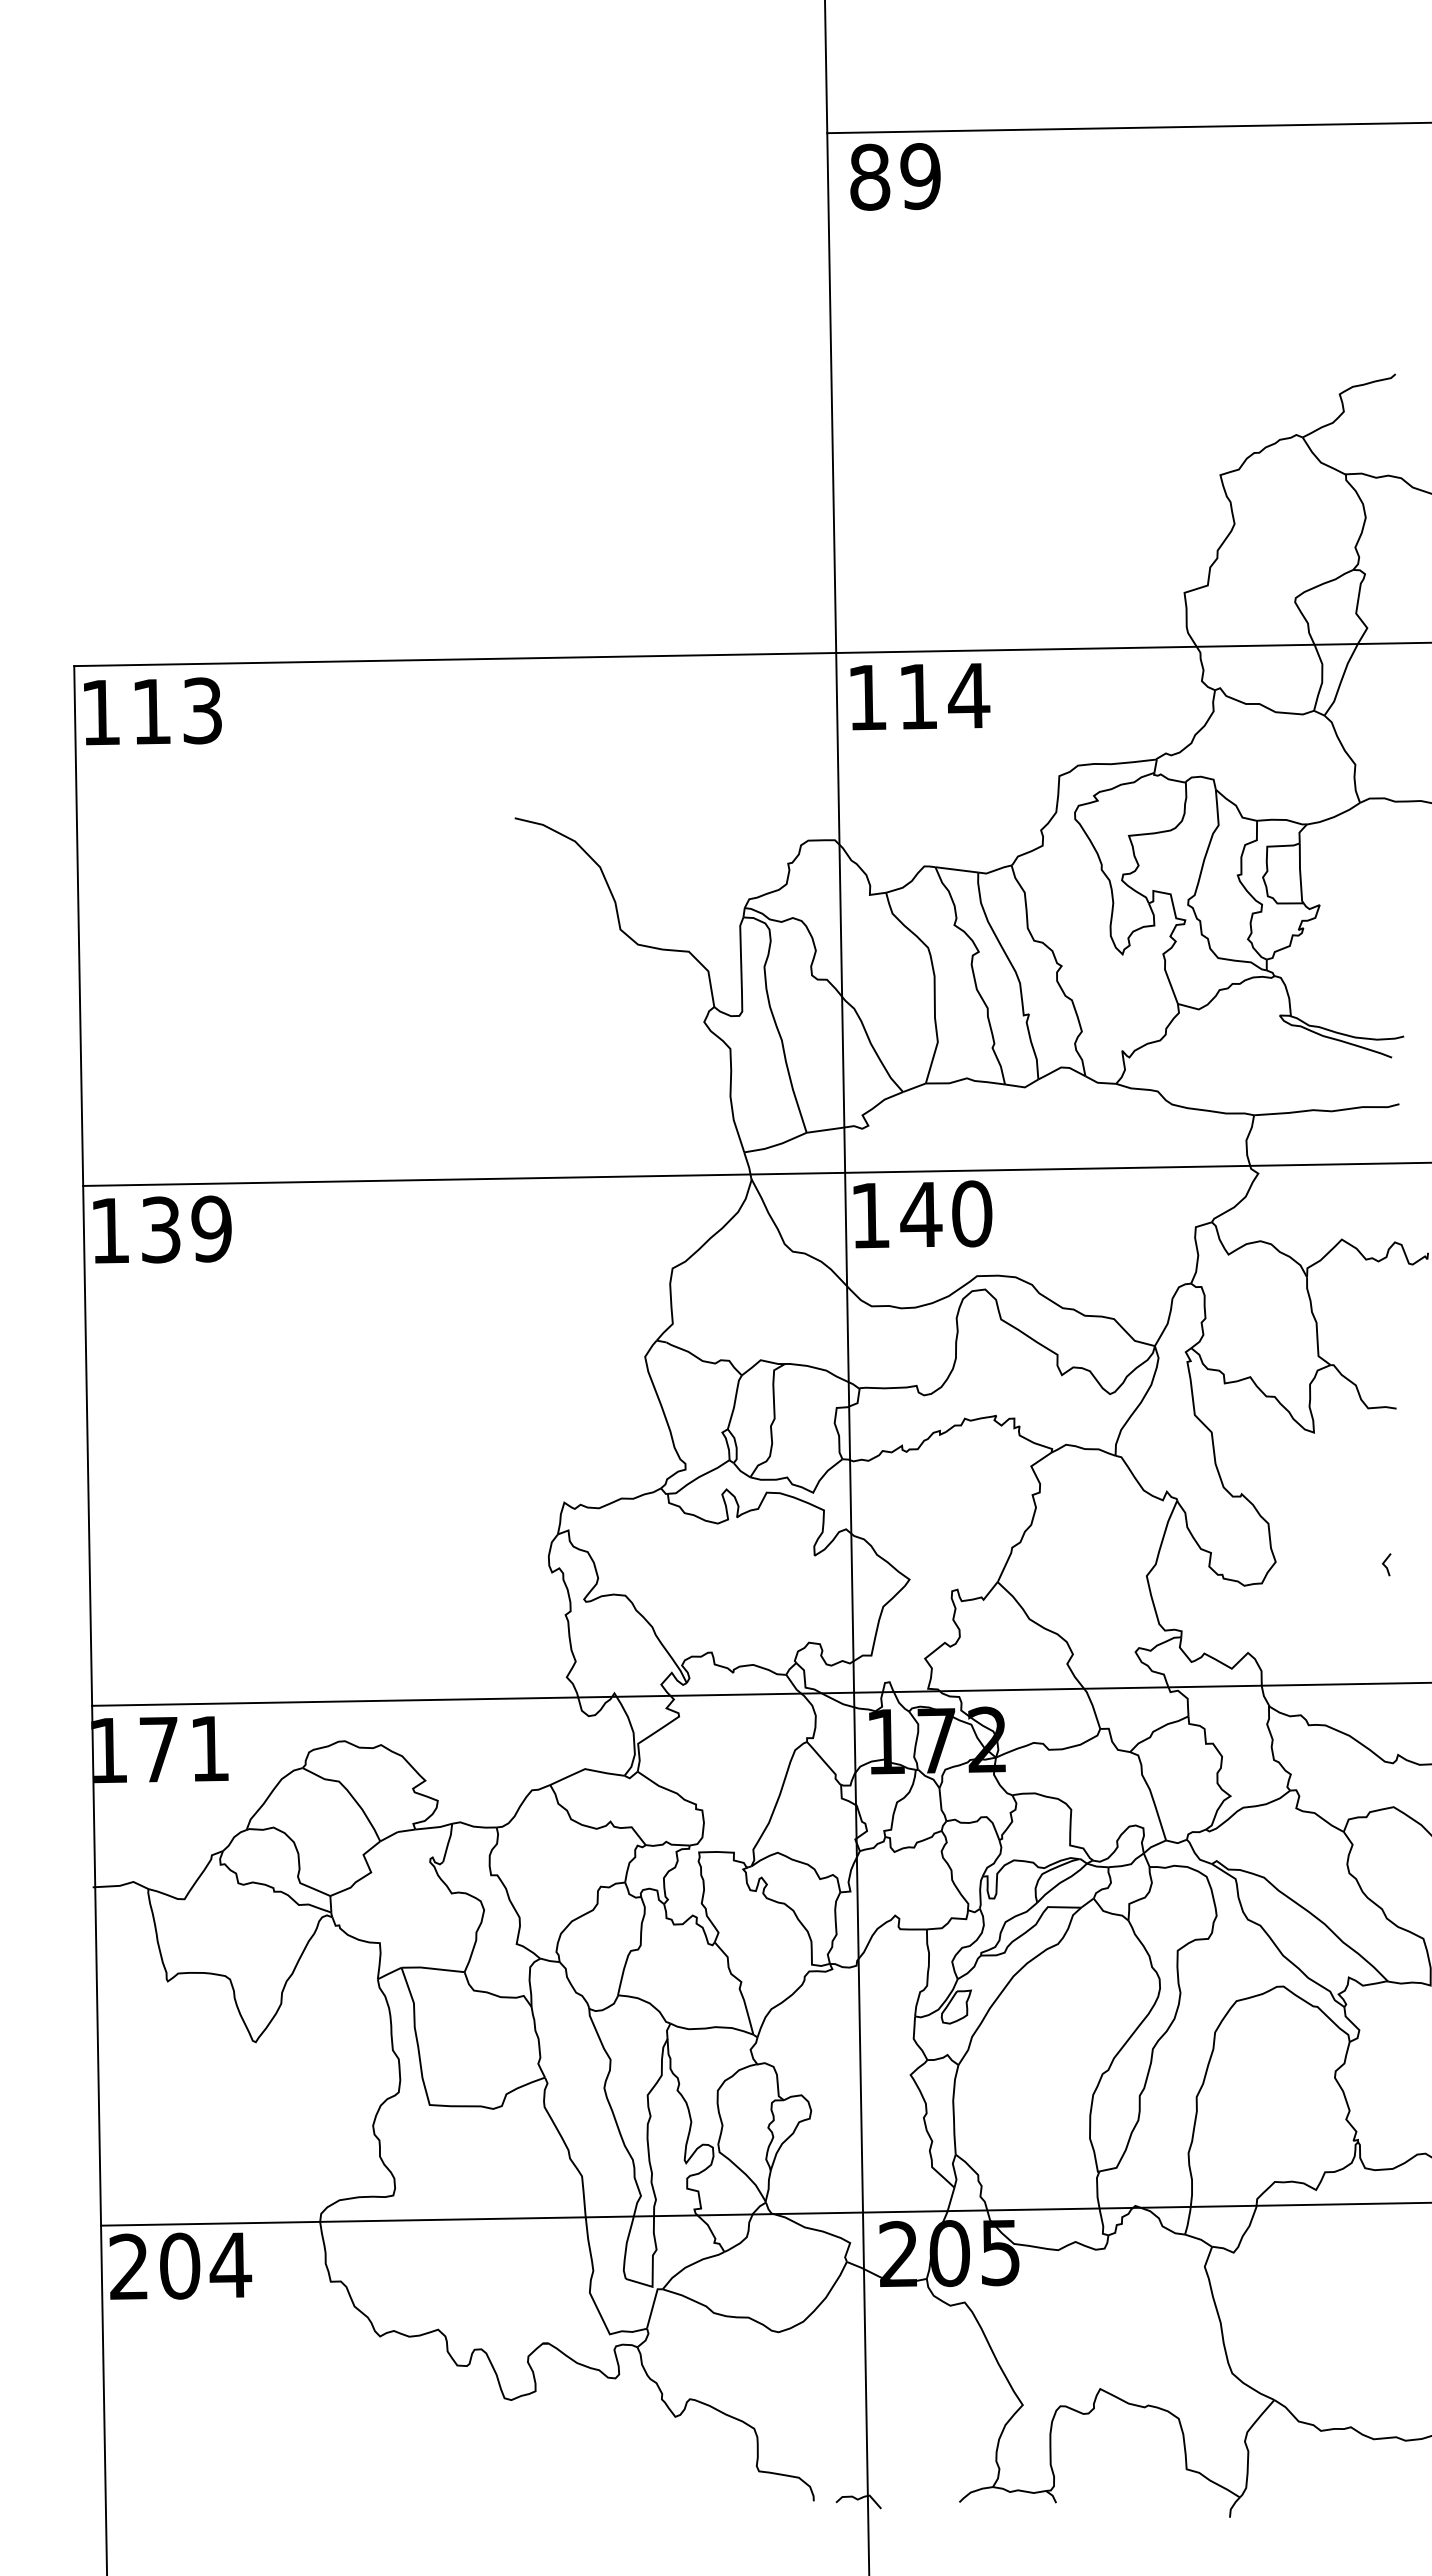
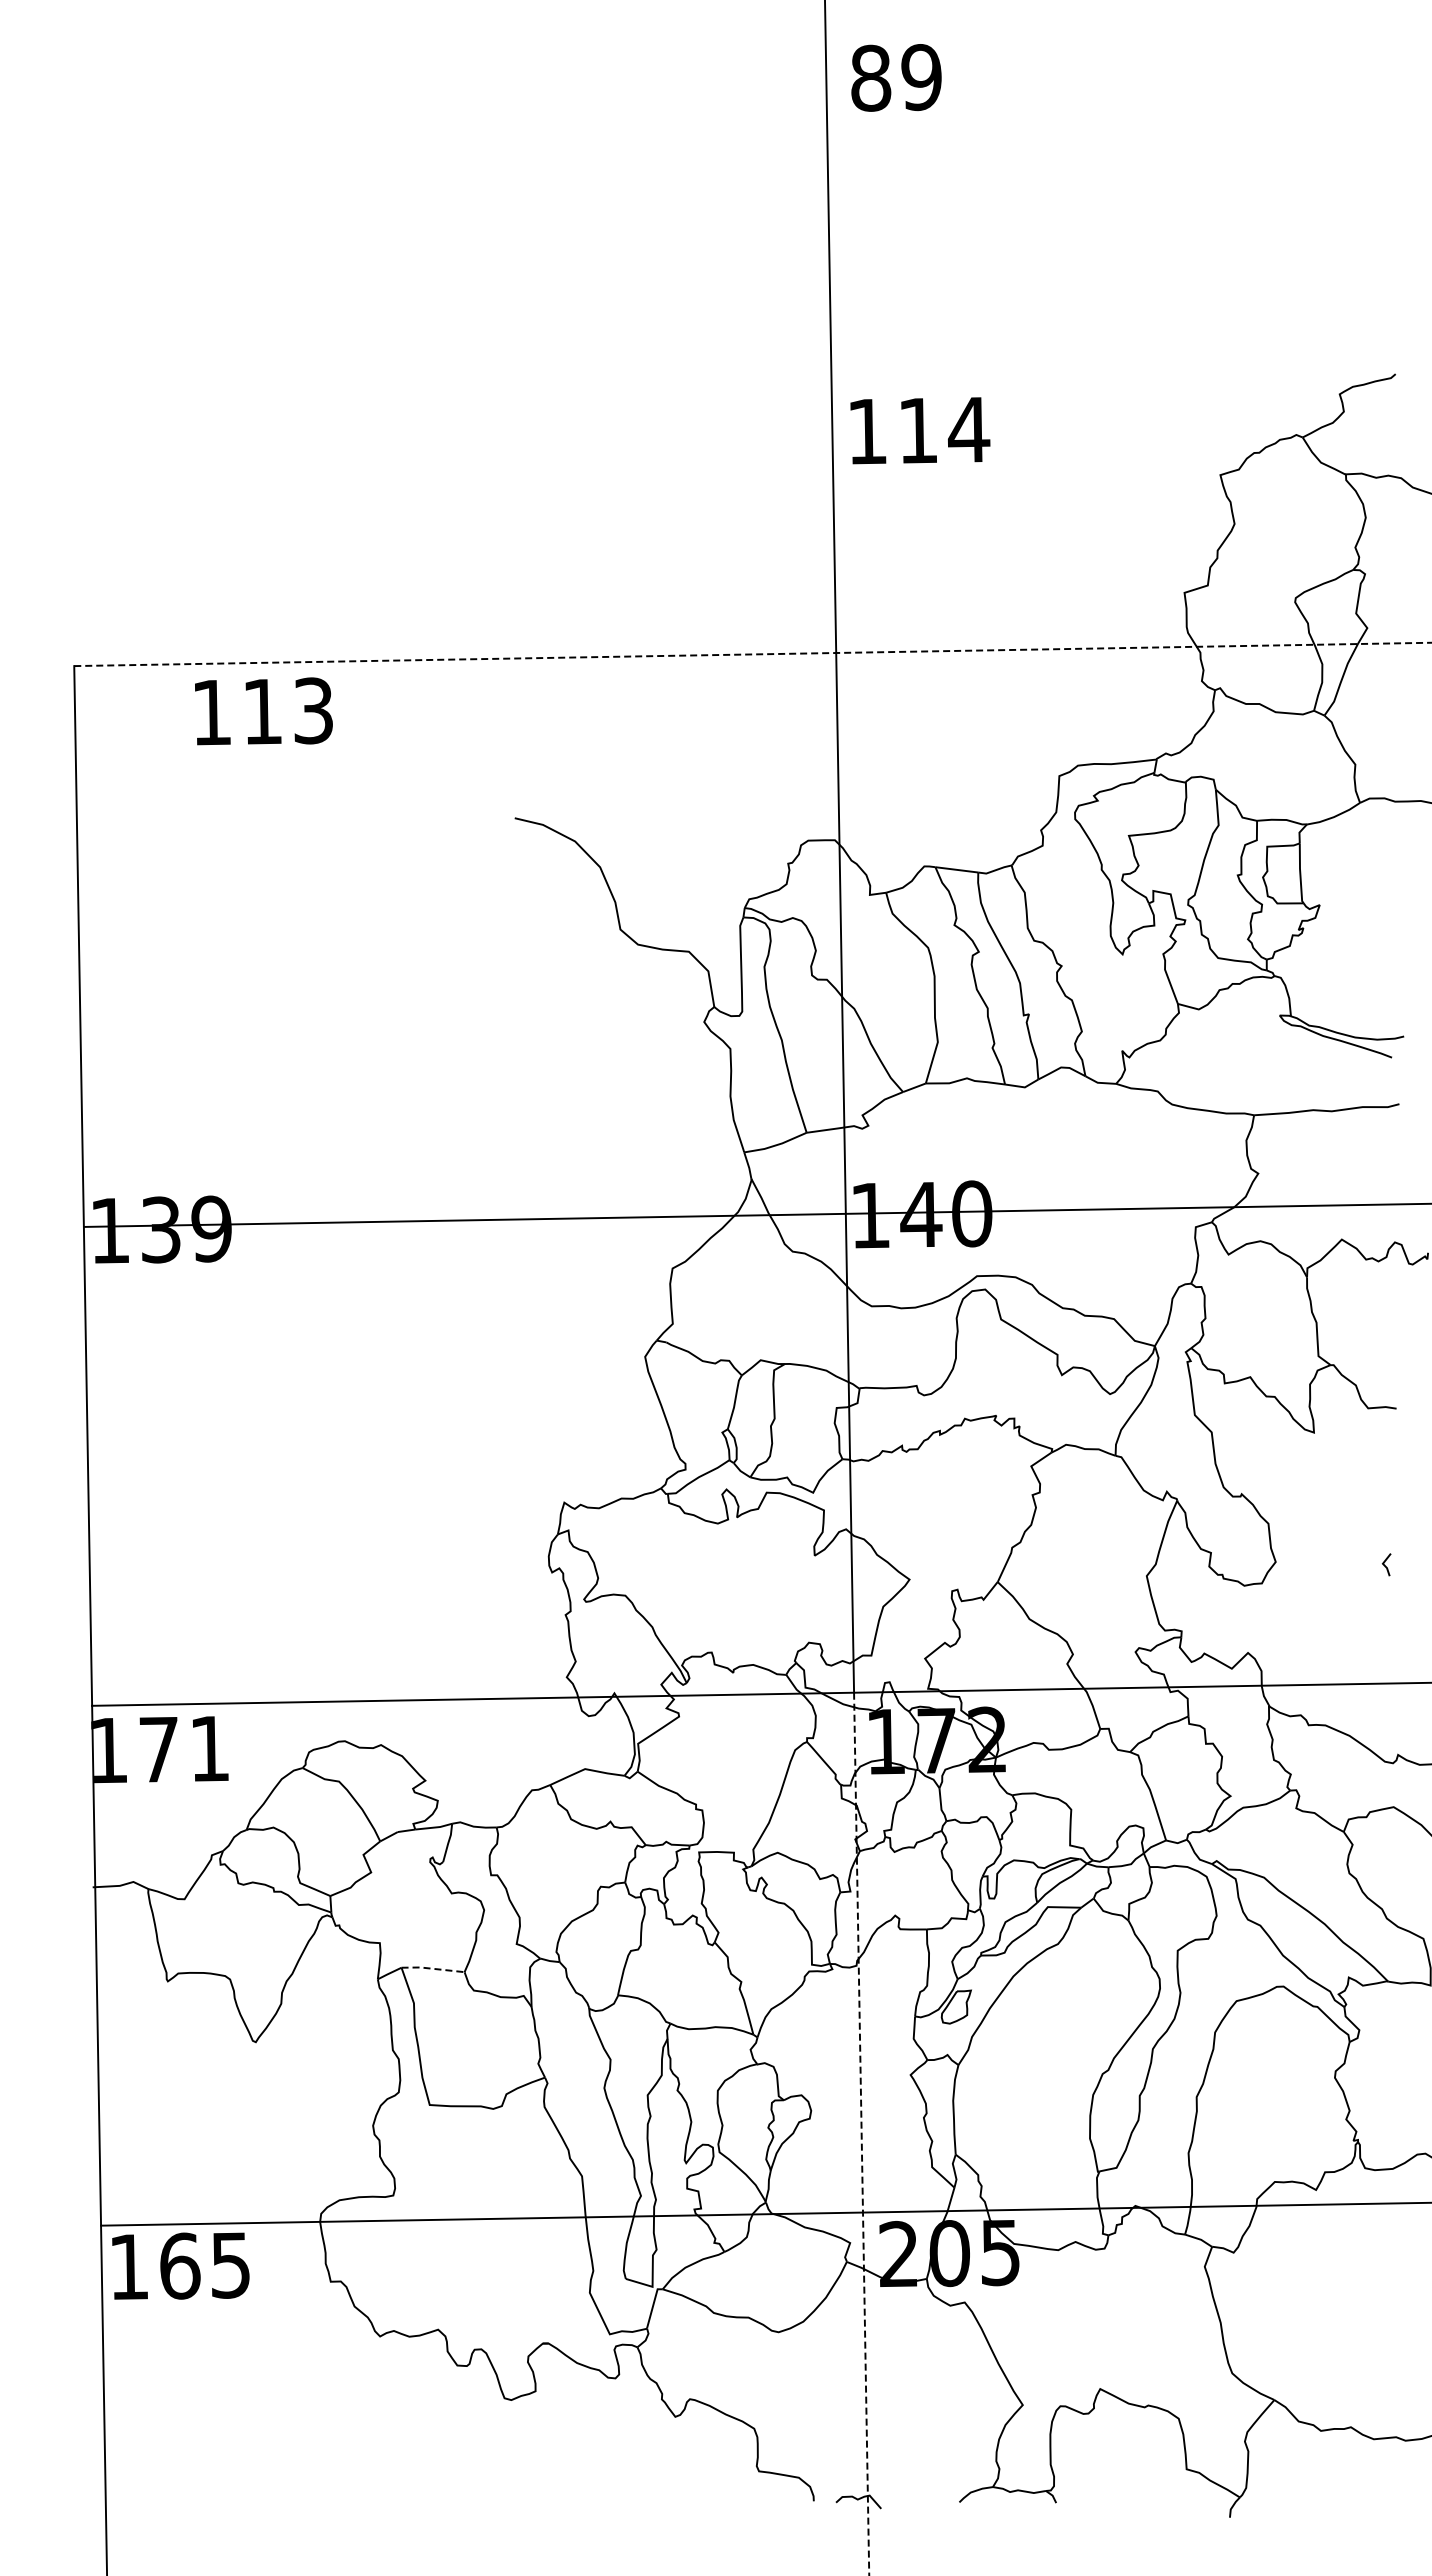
line at (1127, 127): present -> none
text at (895, 176) position: (895, 176) -> (896, 77)
line at (753, 654): solid -> dashed
text at (920, 696) position: (920, 696) -> (920, 430)
text at (152, 711) position: (152, 711) -> (263, 711)
line at (755, 1173) position: (755, 1173) -> (756, 1214)
line at (433, 1968): solid -> dashed
line at (861, 2134): solid -> dashed
text at (180, 2265): 204 -> 165
